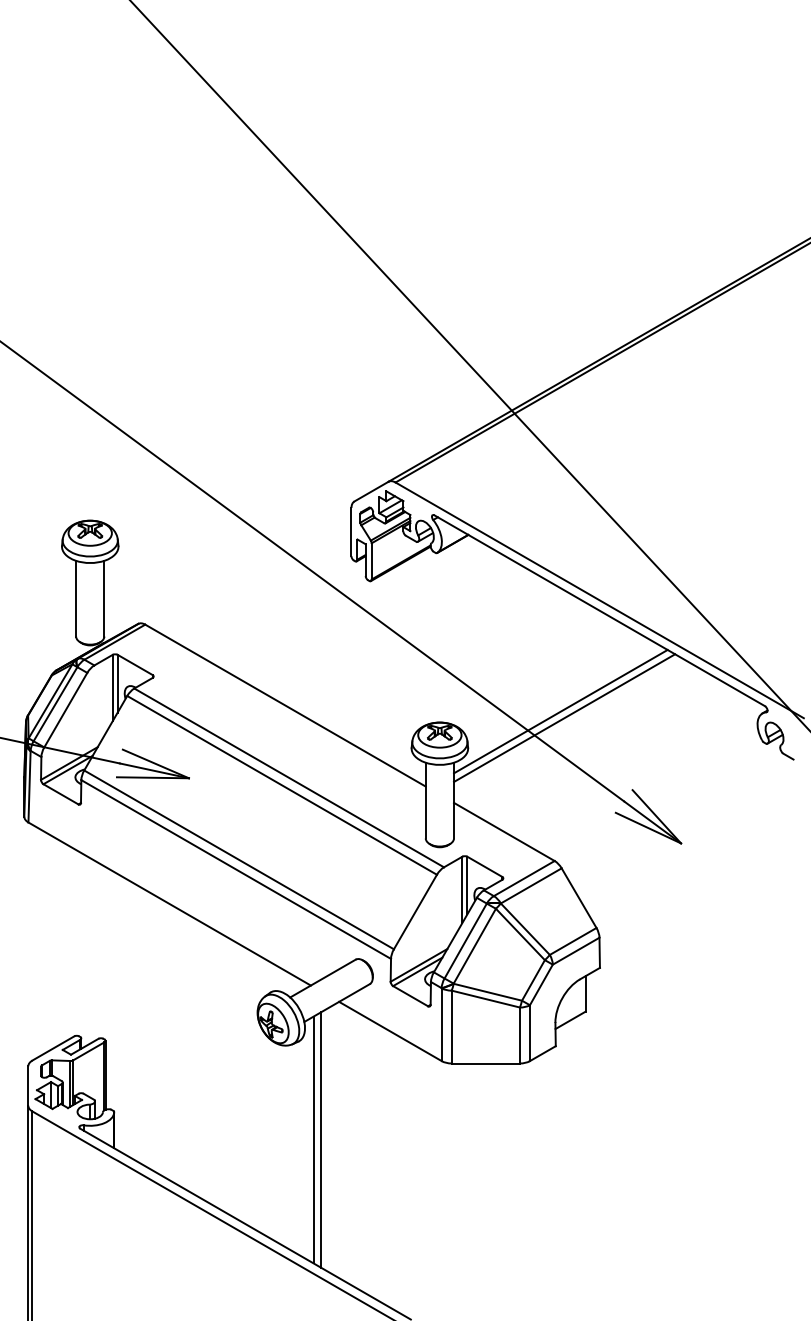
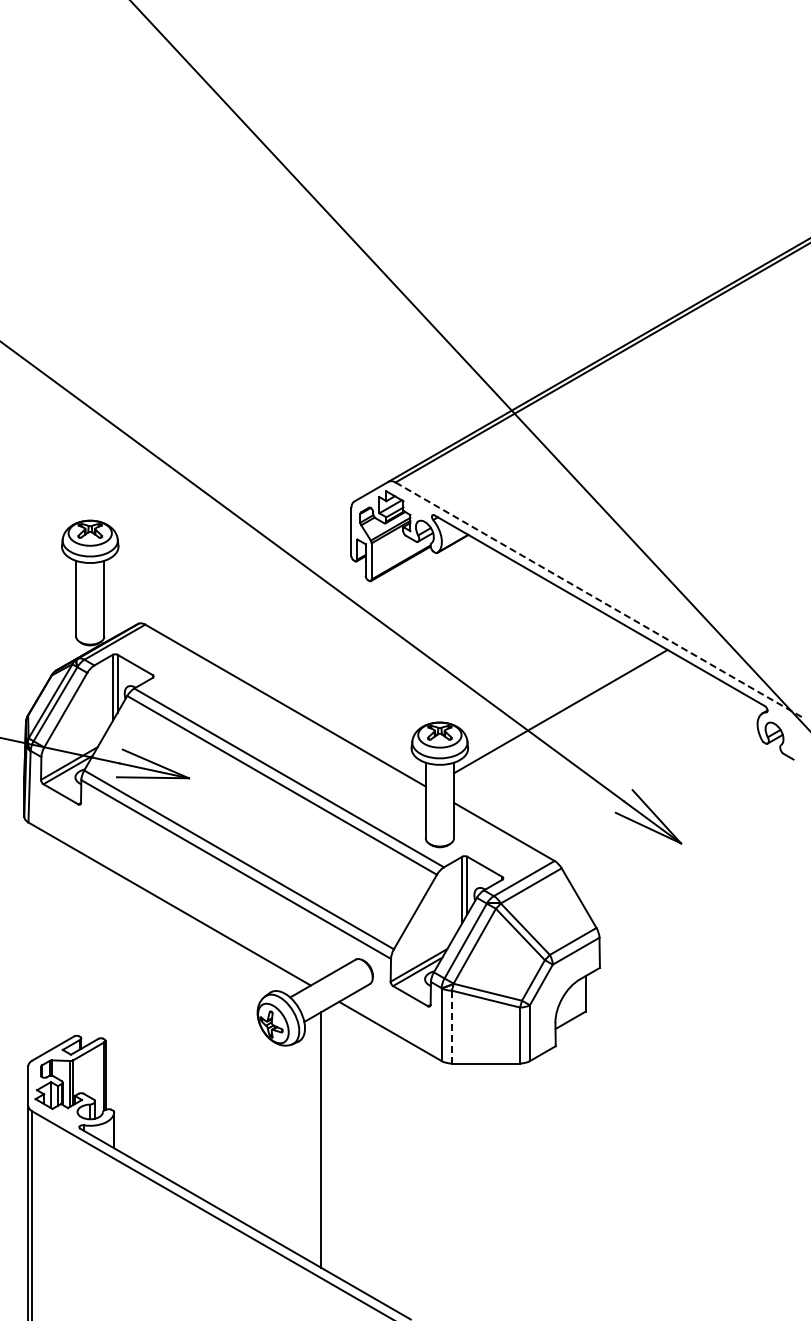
line at (599, 600): solid -> dashed
line at (564, 717): present -> none
line at (451, 1026): solid -> dashed
line at (313, 1139): present -> none
